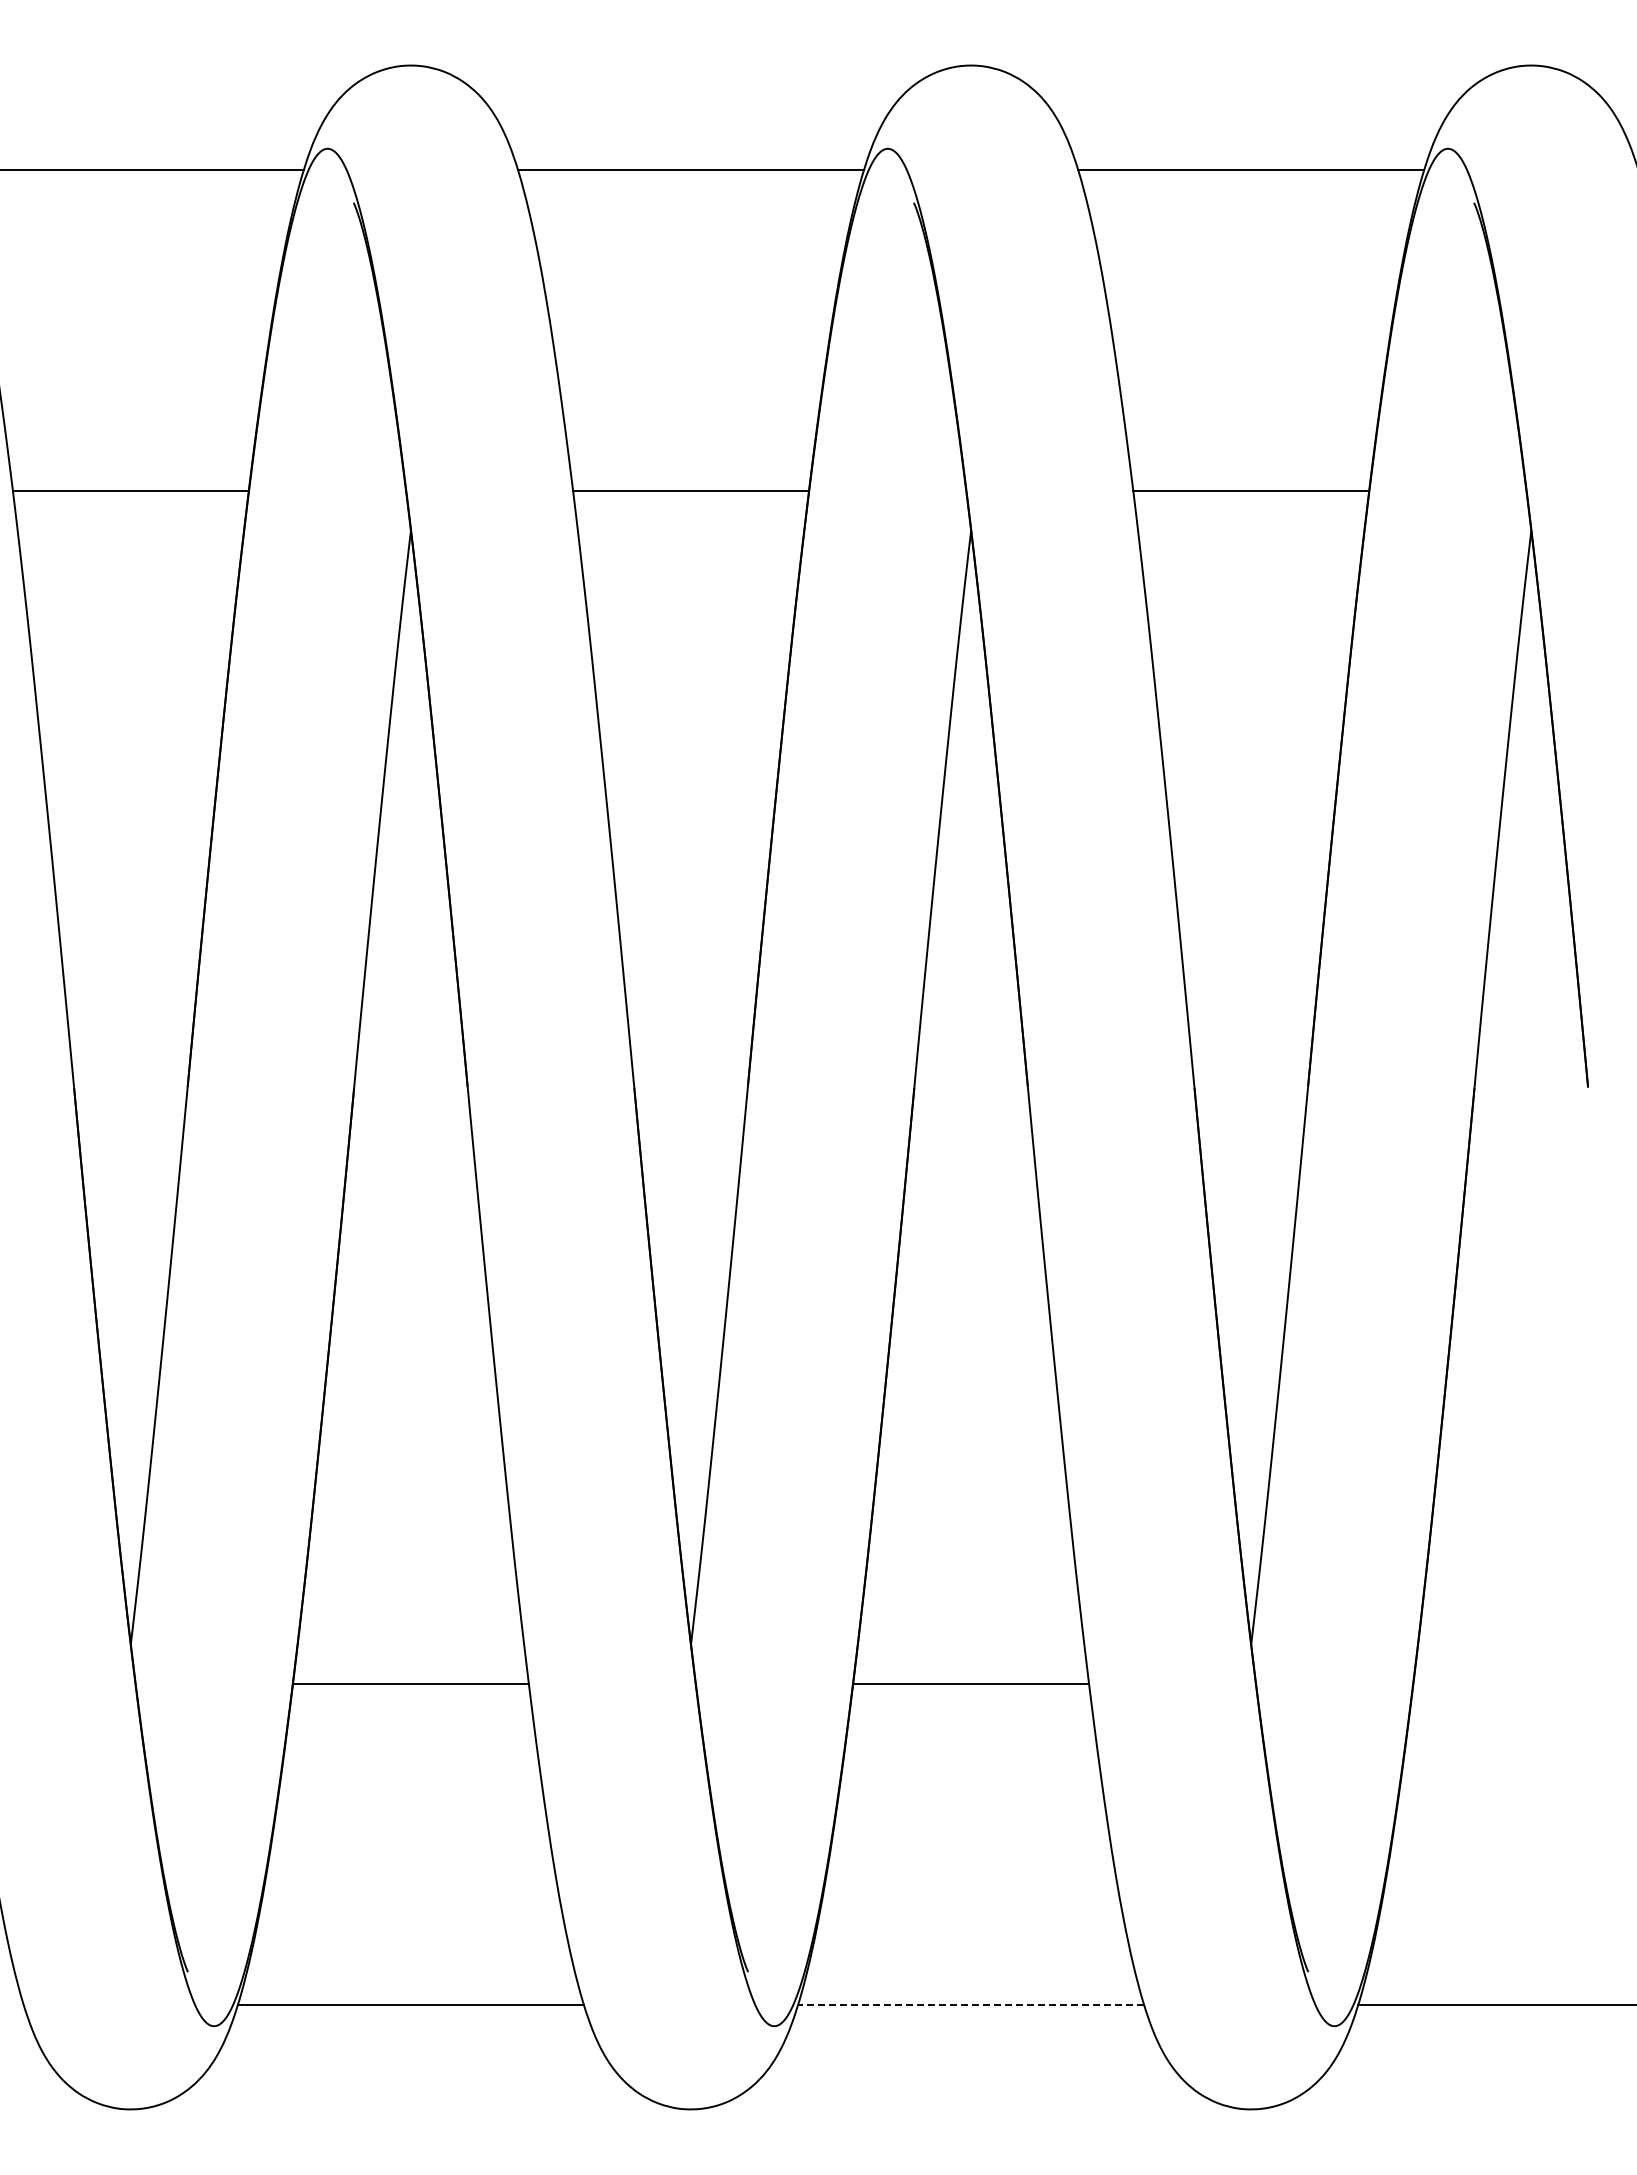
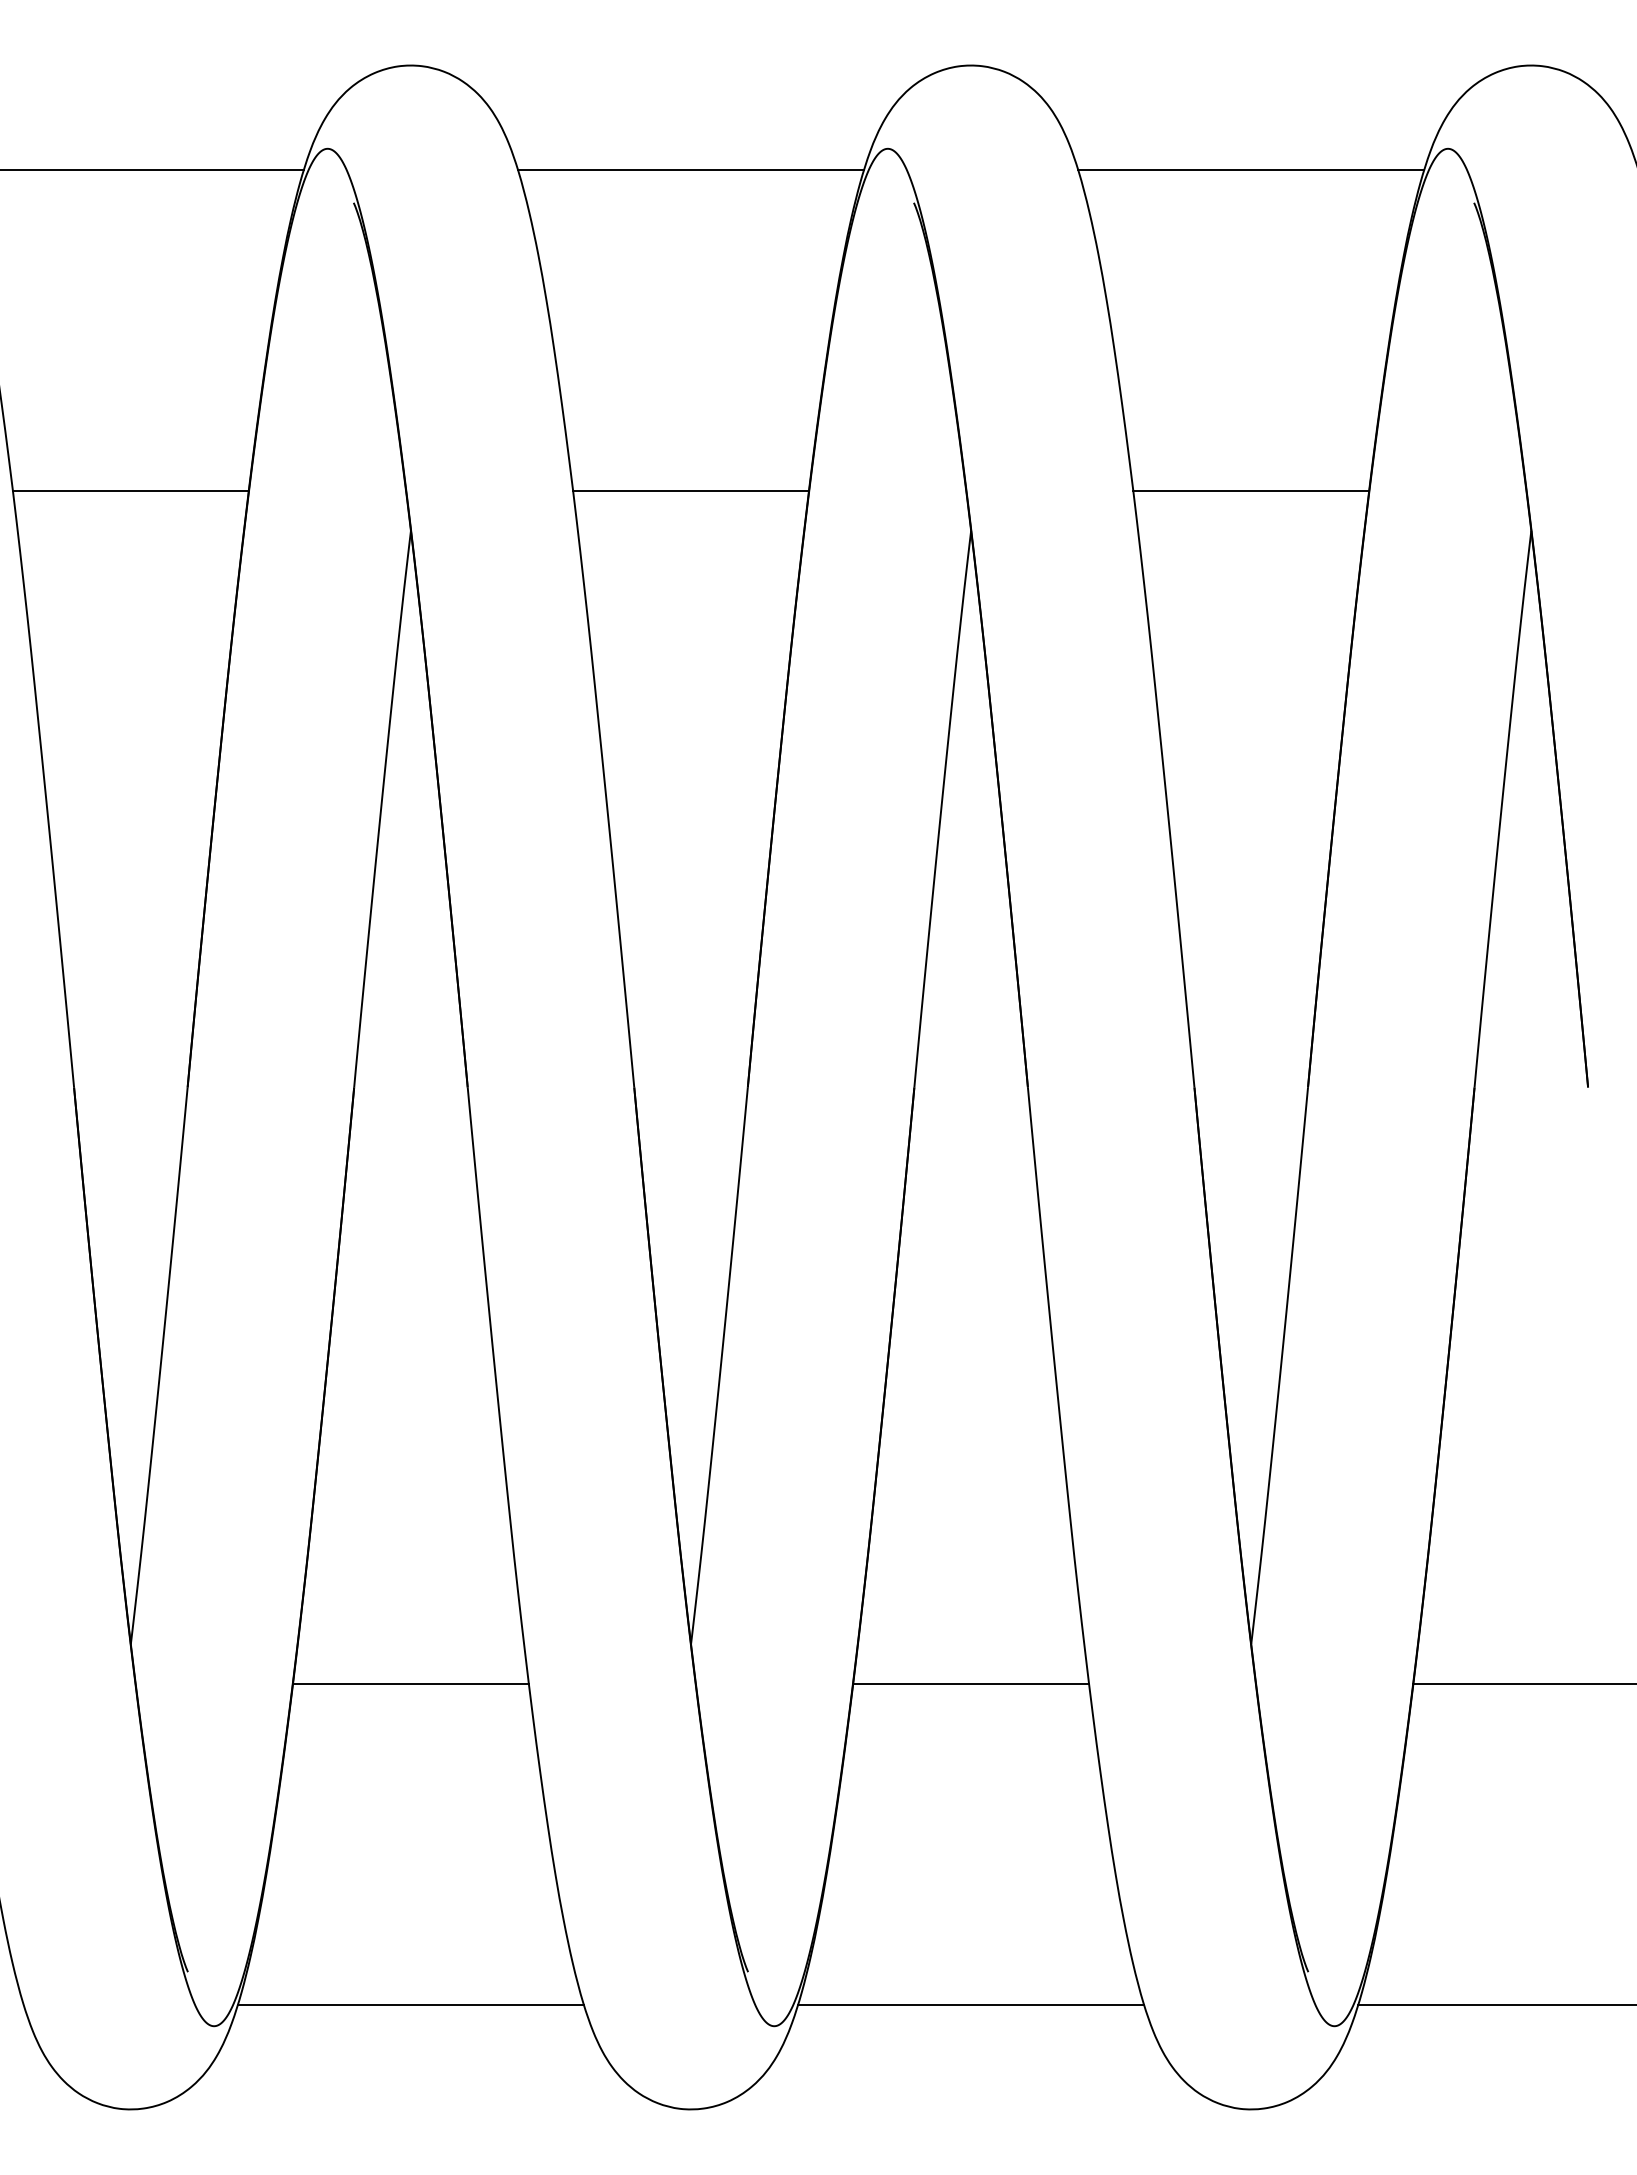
line at (1523, 1684): none -> present
line at (971, 2005): dashed -> solid
